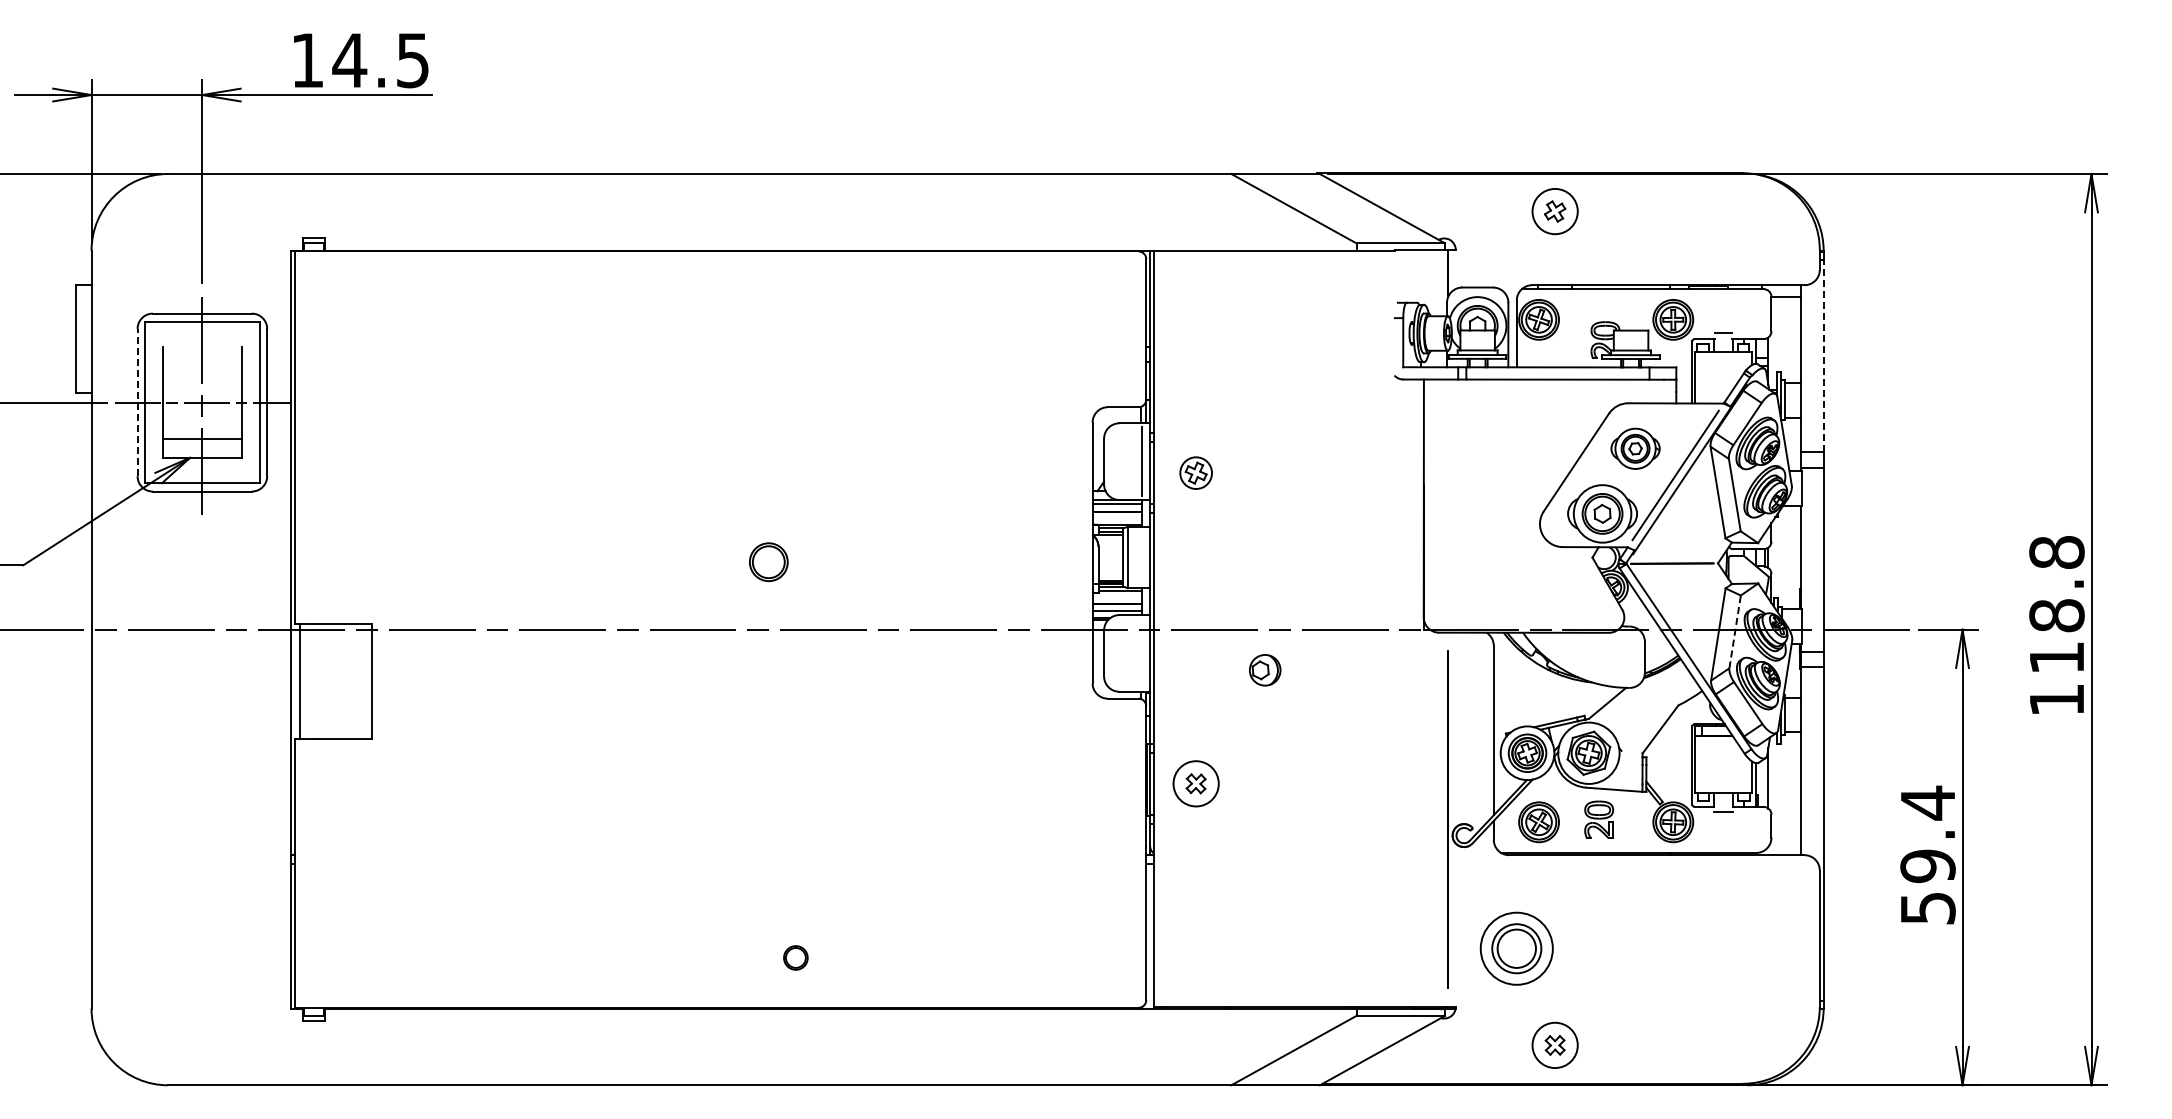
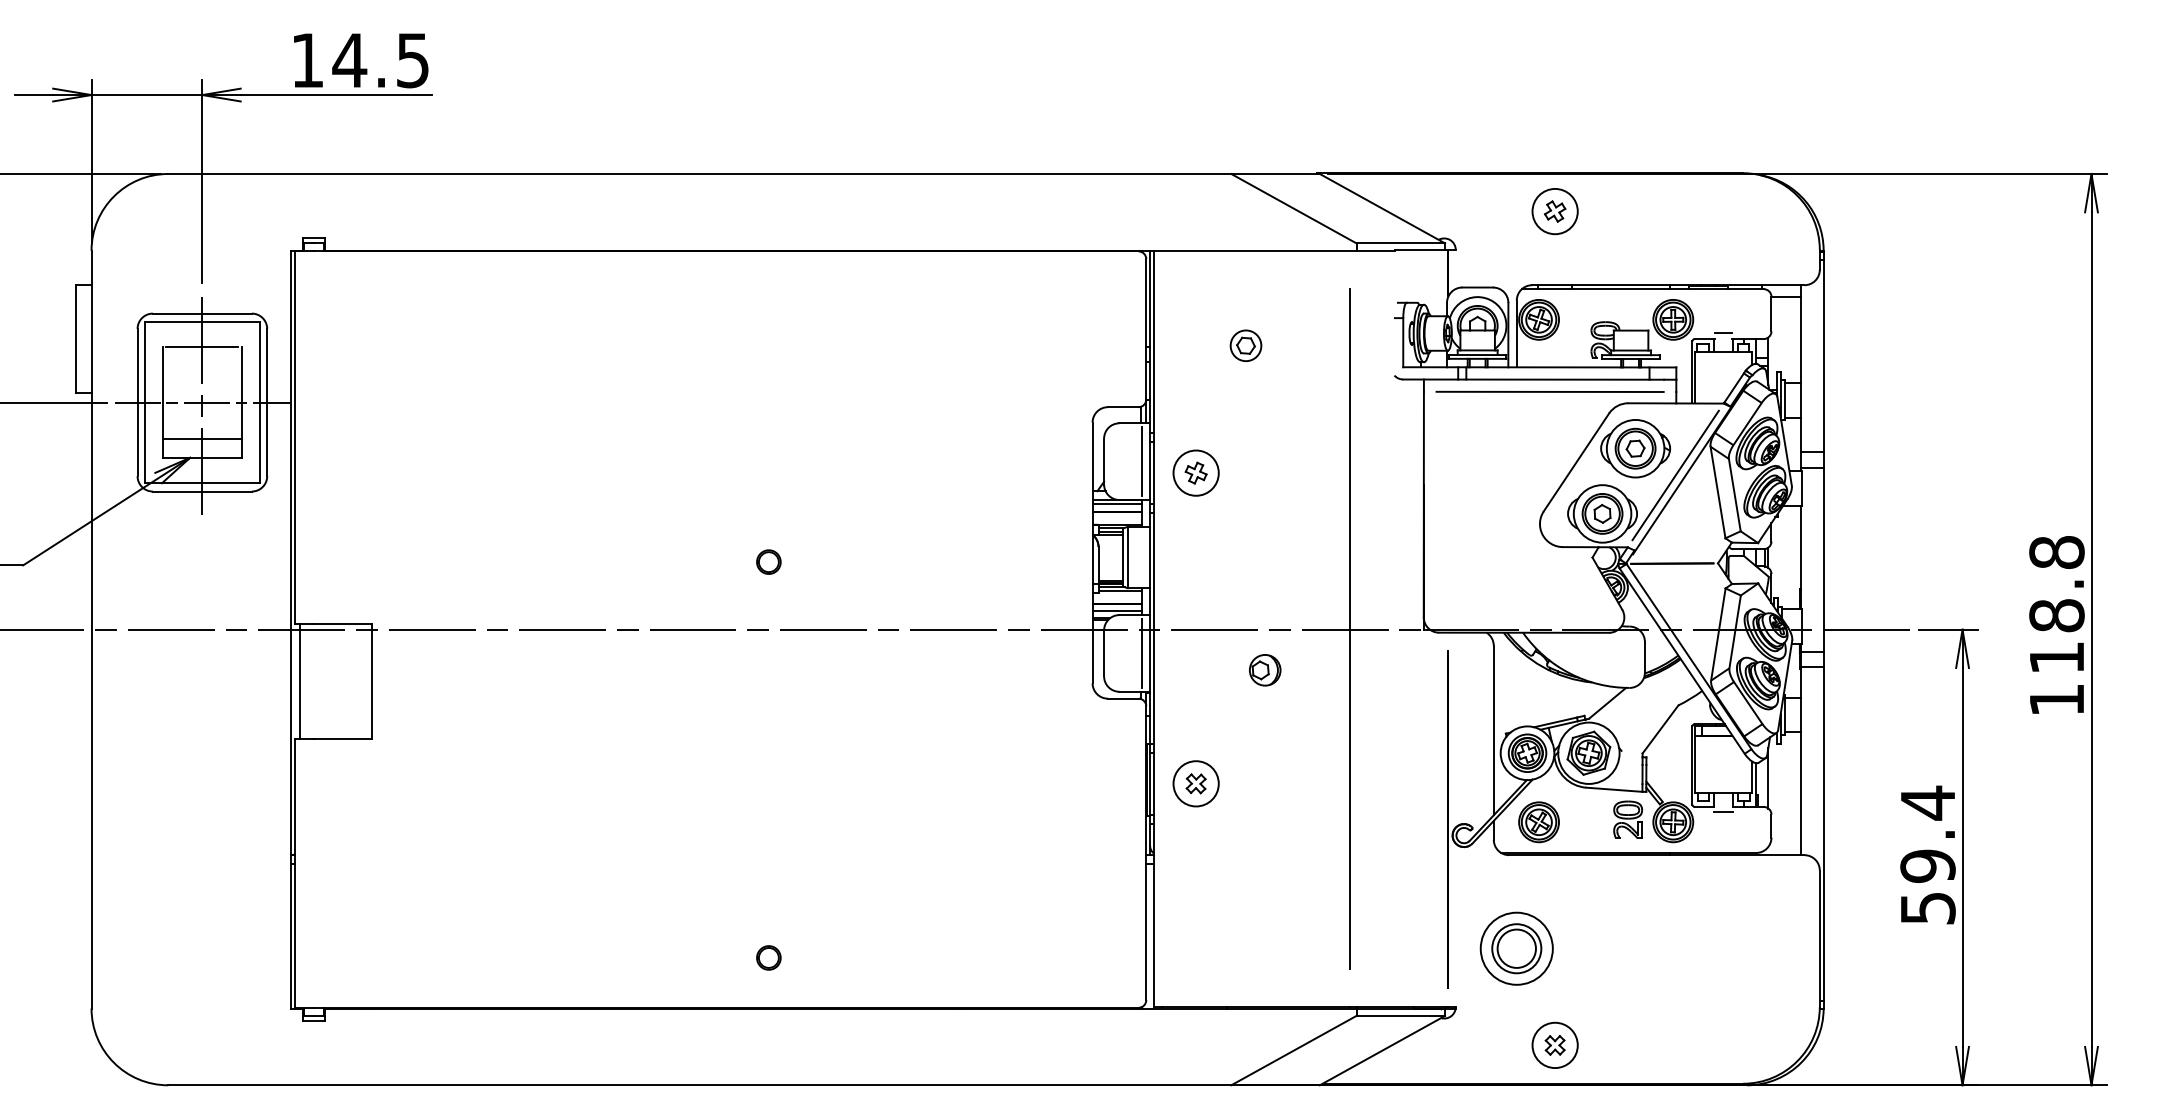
part at (1245, 345): none -> present
line at (202, 347): none -> present
line at (1823, 355): dashed -> solid
line at (1549, 391): none -> present
line at (137, 402): dashed -> solid
part at (1635, 448) size: 51x43 px -> 71x60 px
circle at (1196, 473) diameter: 32 px -> 45 px
part at (768, 562) size: 40x41 px -> 26x26 px
line at (1349, 628): none -> present
line at (1735, 631): dashed -> solid
line at (1142, 652): none -> present
part at (1598, 819) position: (1598, 819) -> (1627, 819)
part at (795, 957) position: (795, 957) -> (768, 957)
